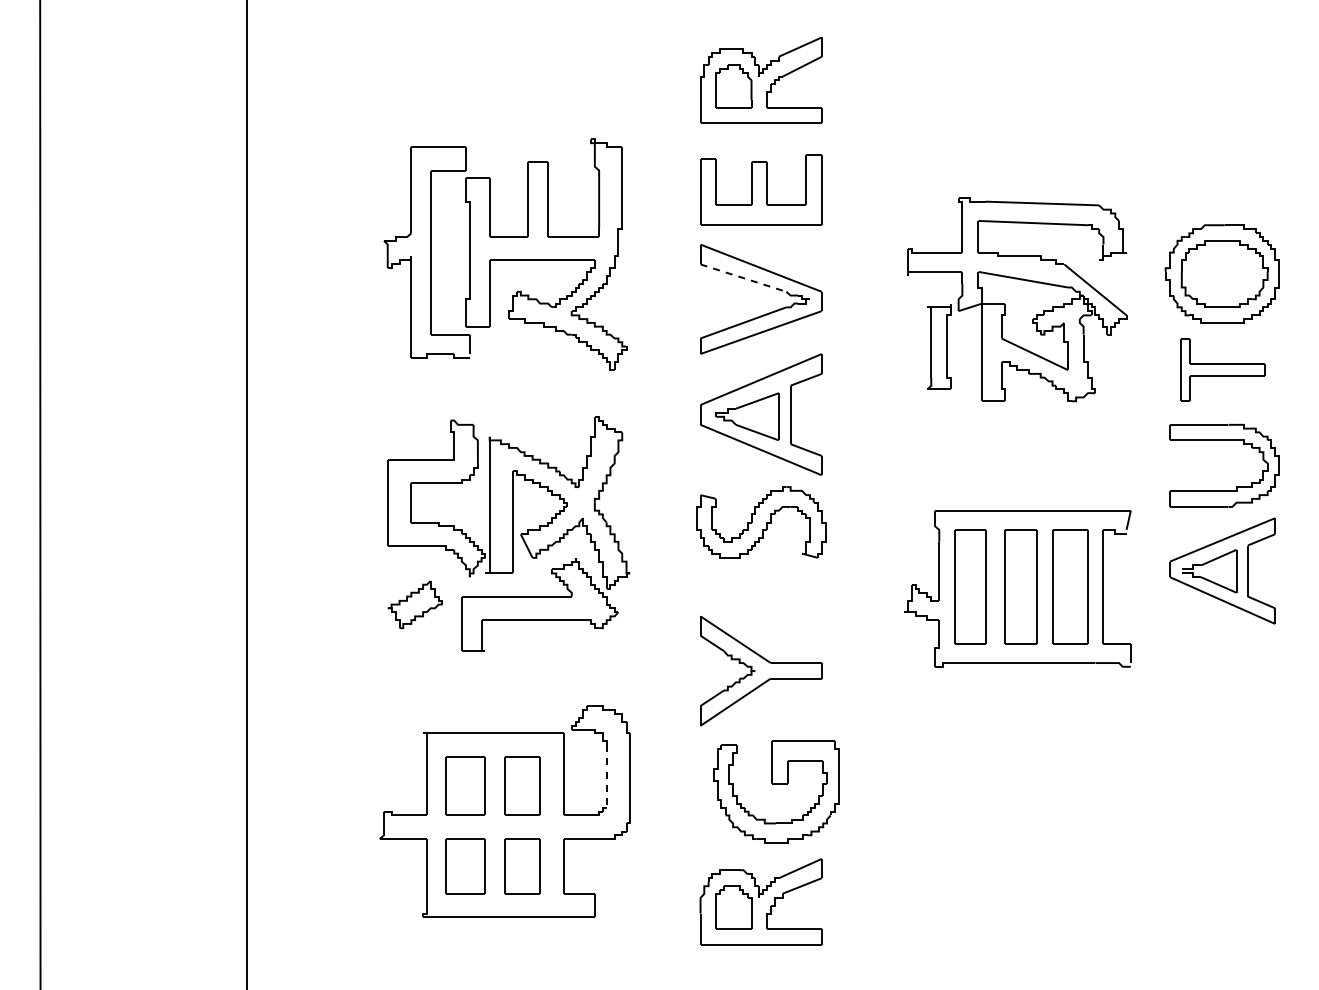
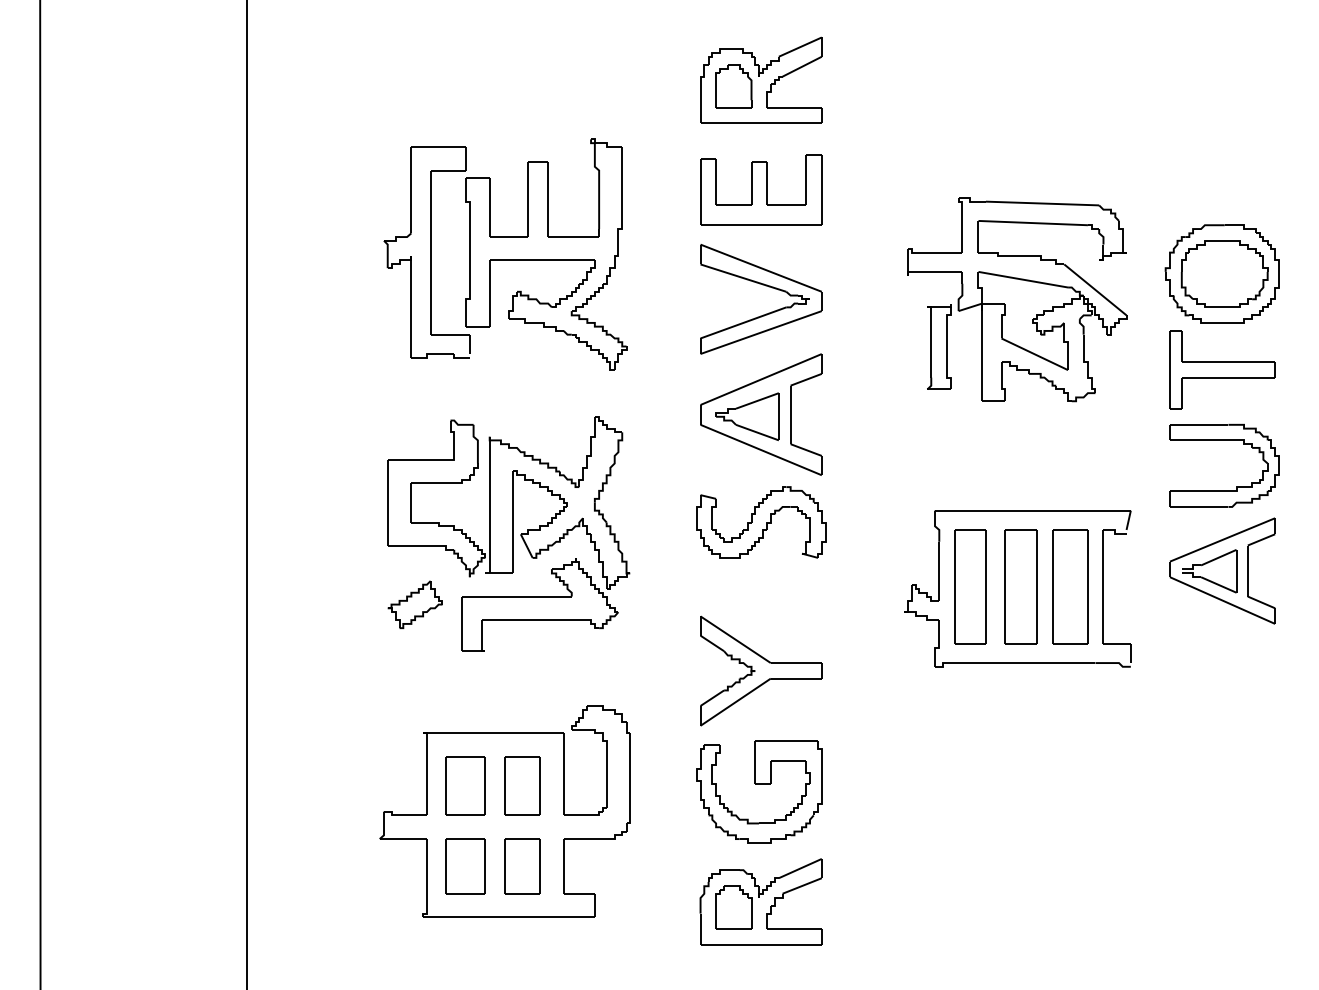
line at (743, 278): dashed -> solid
part at (1222, 369) size: 86x64 px -> 107x80 px
line at (606, 777): dashed -> solid
part at (776, 784) position: (776, 784) -> (759, 784)
